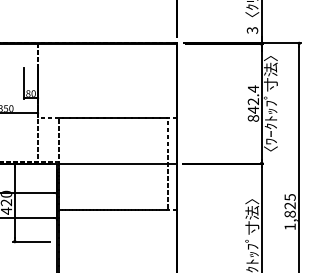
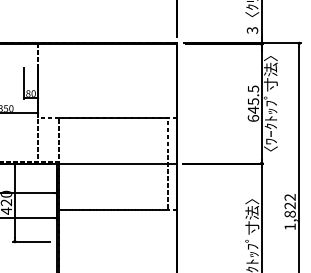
text at (253, 103): 842.4 -> 645.5
text at (289, 197): 1,825 -> 1,822
